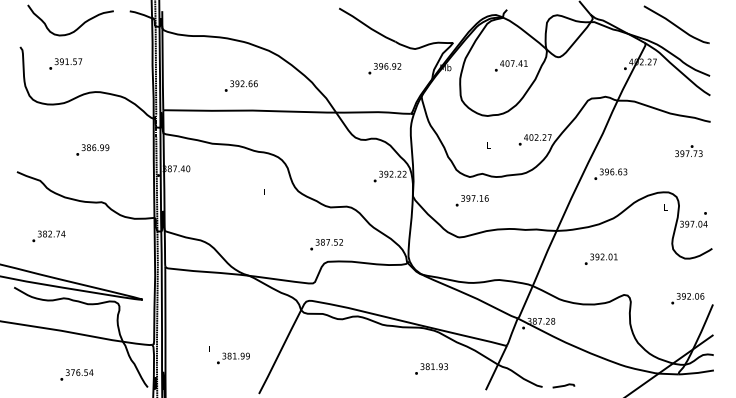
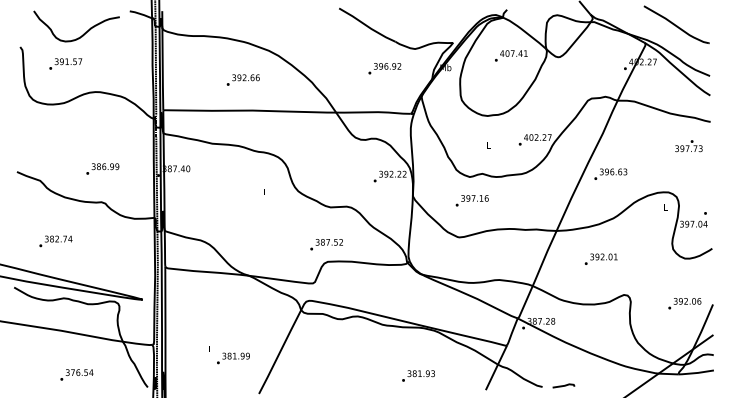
curve at (77, 27) position: (77, 27) -> (83, 33)
text at (511, 65) position: (511, 65) -> (511, 55)
text at (240, 85) position: (240, 85) -> (242, 79)
text at (92, 149) position: (92, 149) -> (102, 168)
text at (688, 151) position: (688, 151) -> (688, 146)
text at (48, 236) position: (48, 236) -> (55, 241)
text at (687, 298) position: (687, 298) -> (684, 303)
text at (431, 368) position: (431, 368) -> (418, 375)
